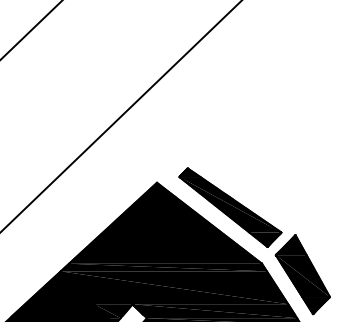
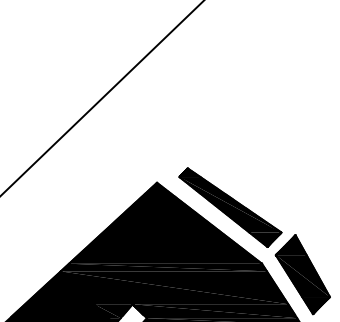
line at (31, 30): present -> none
line at (121, 116) position: (121, 116) -> (102, 98)
